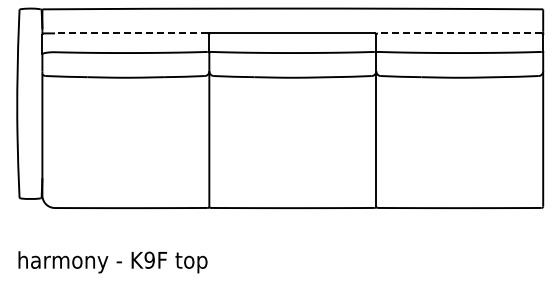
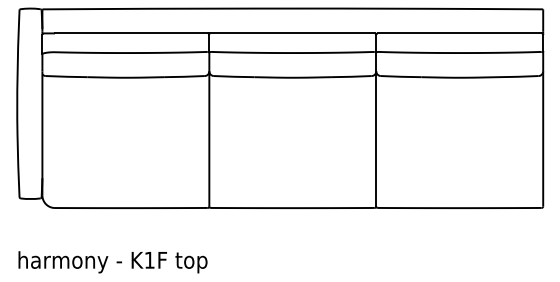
line at (130, 33): dashed -> solid
line at (459, 33): dashed -> solid
text at (149, 259): K9F -> K1F
